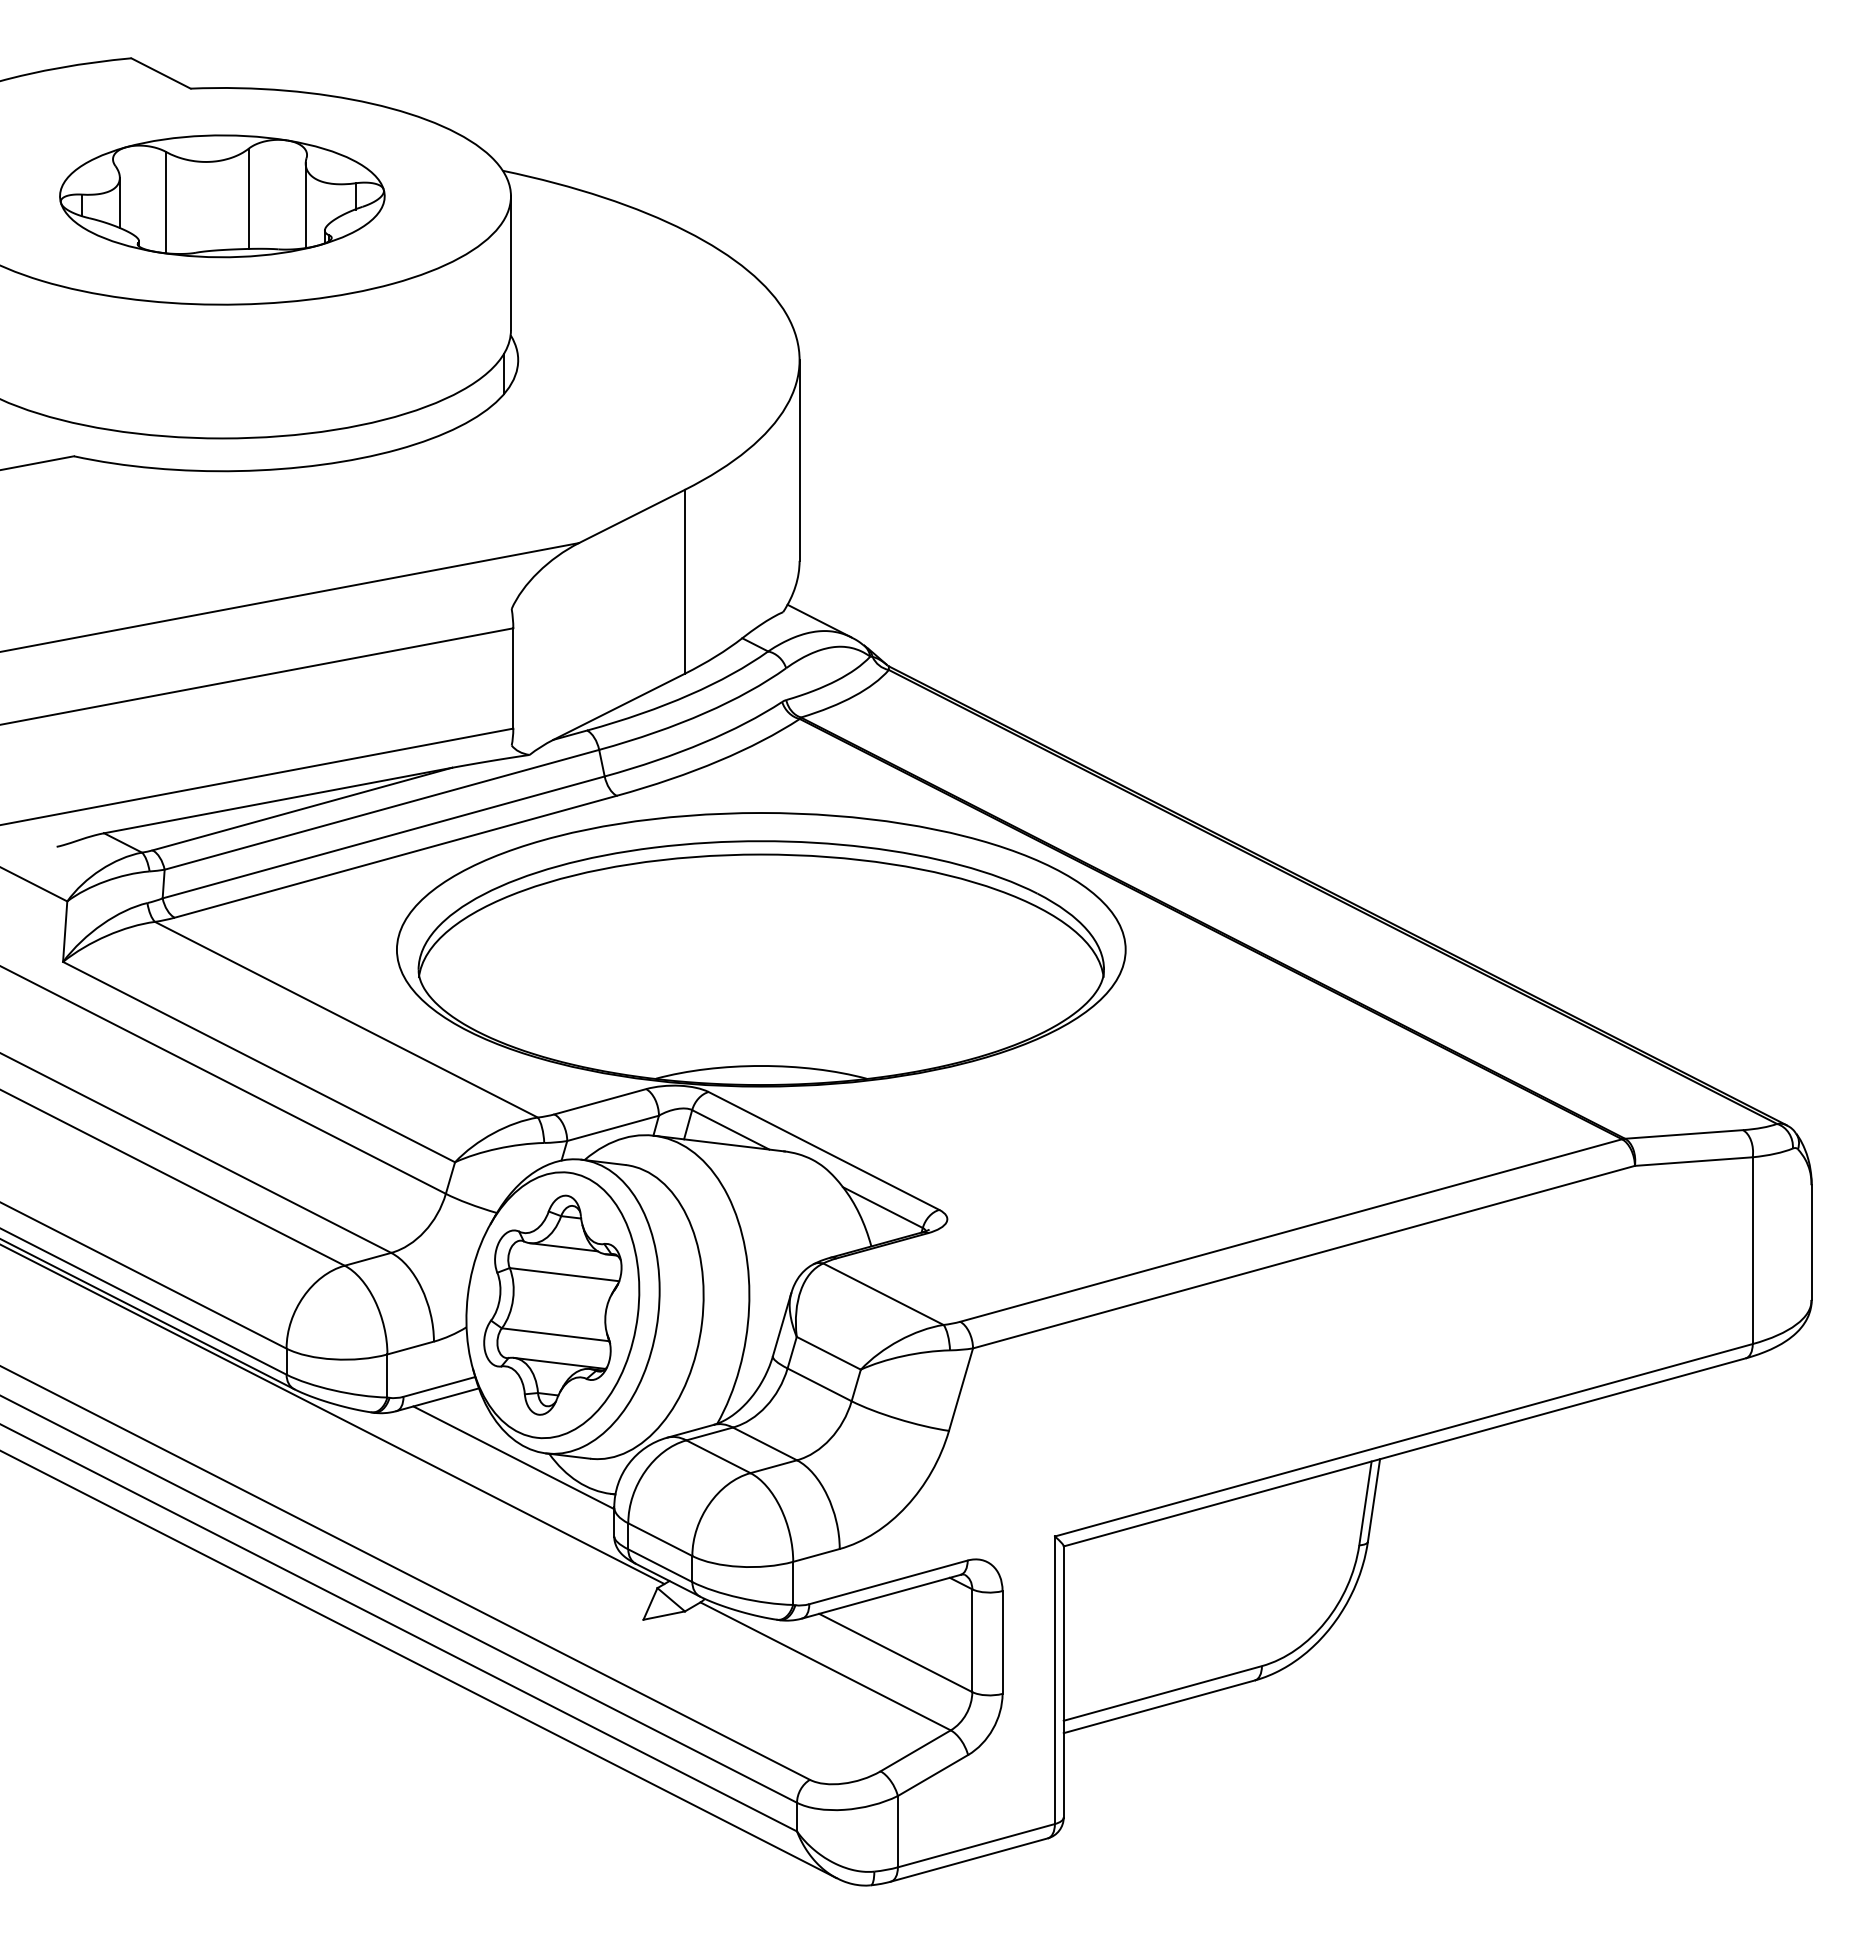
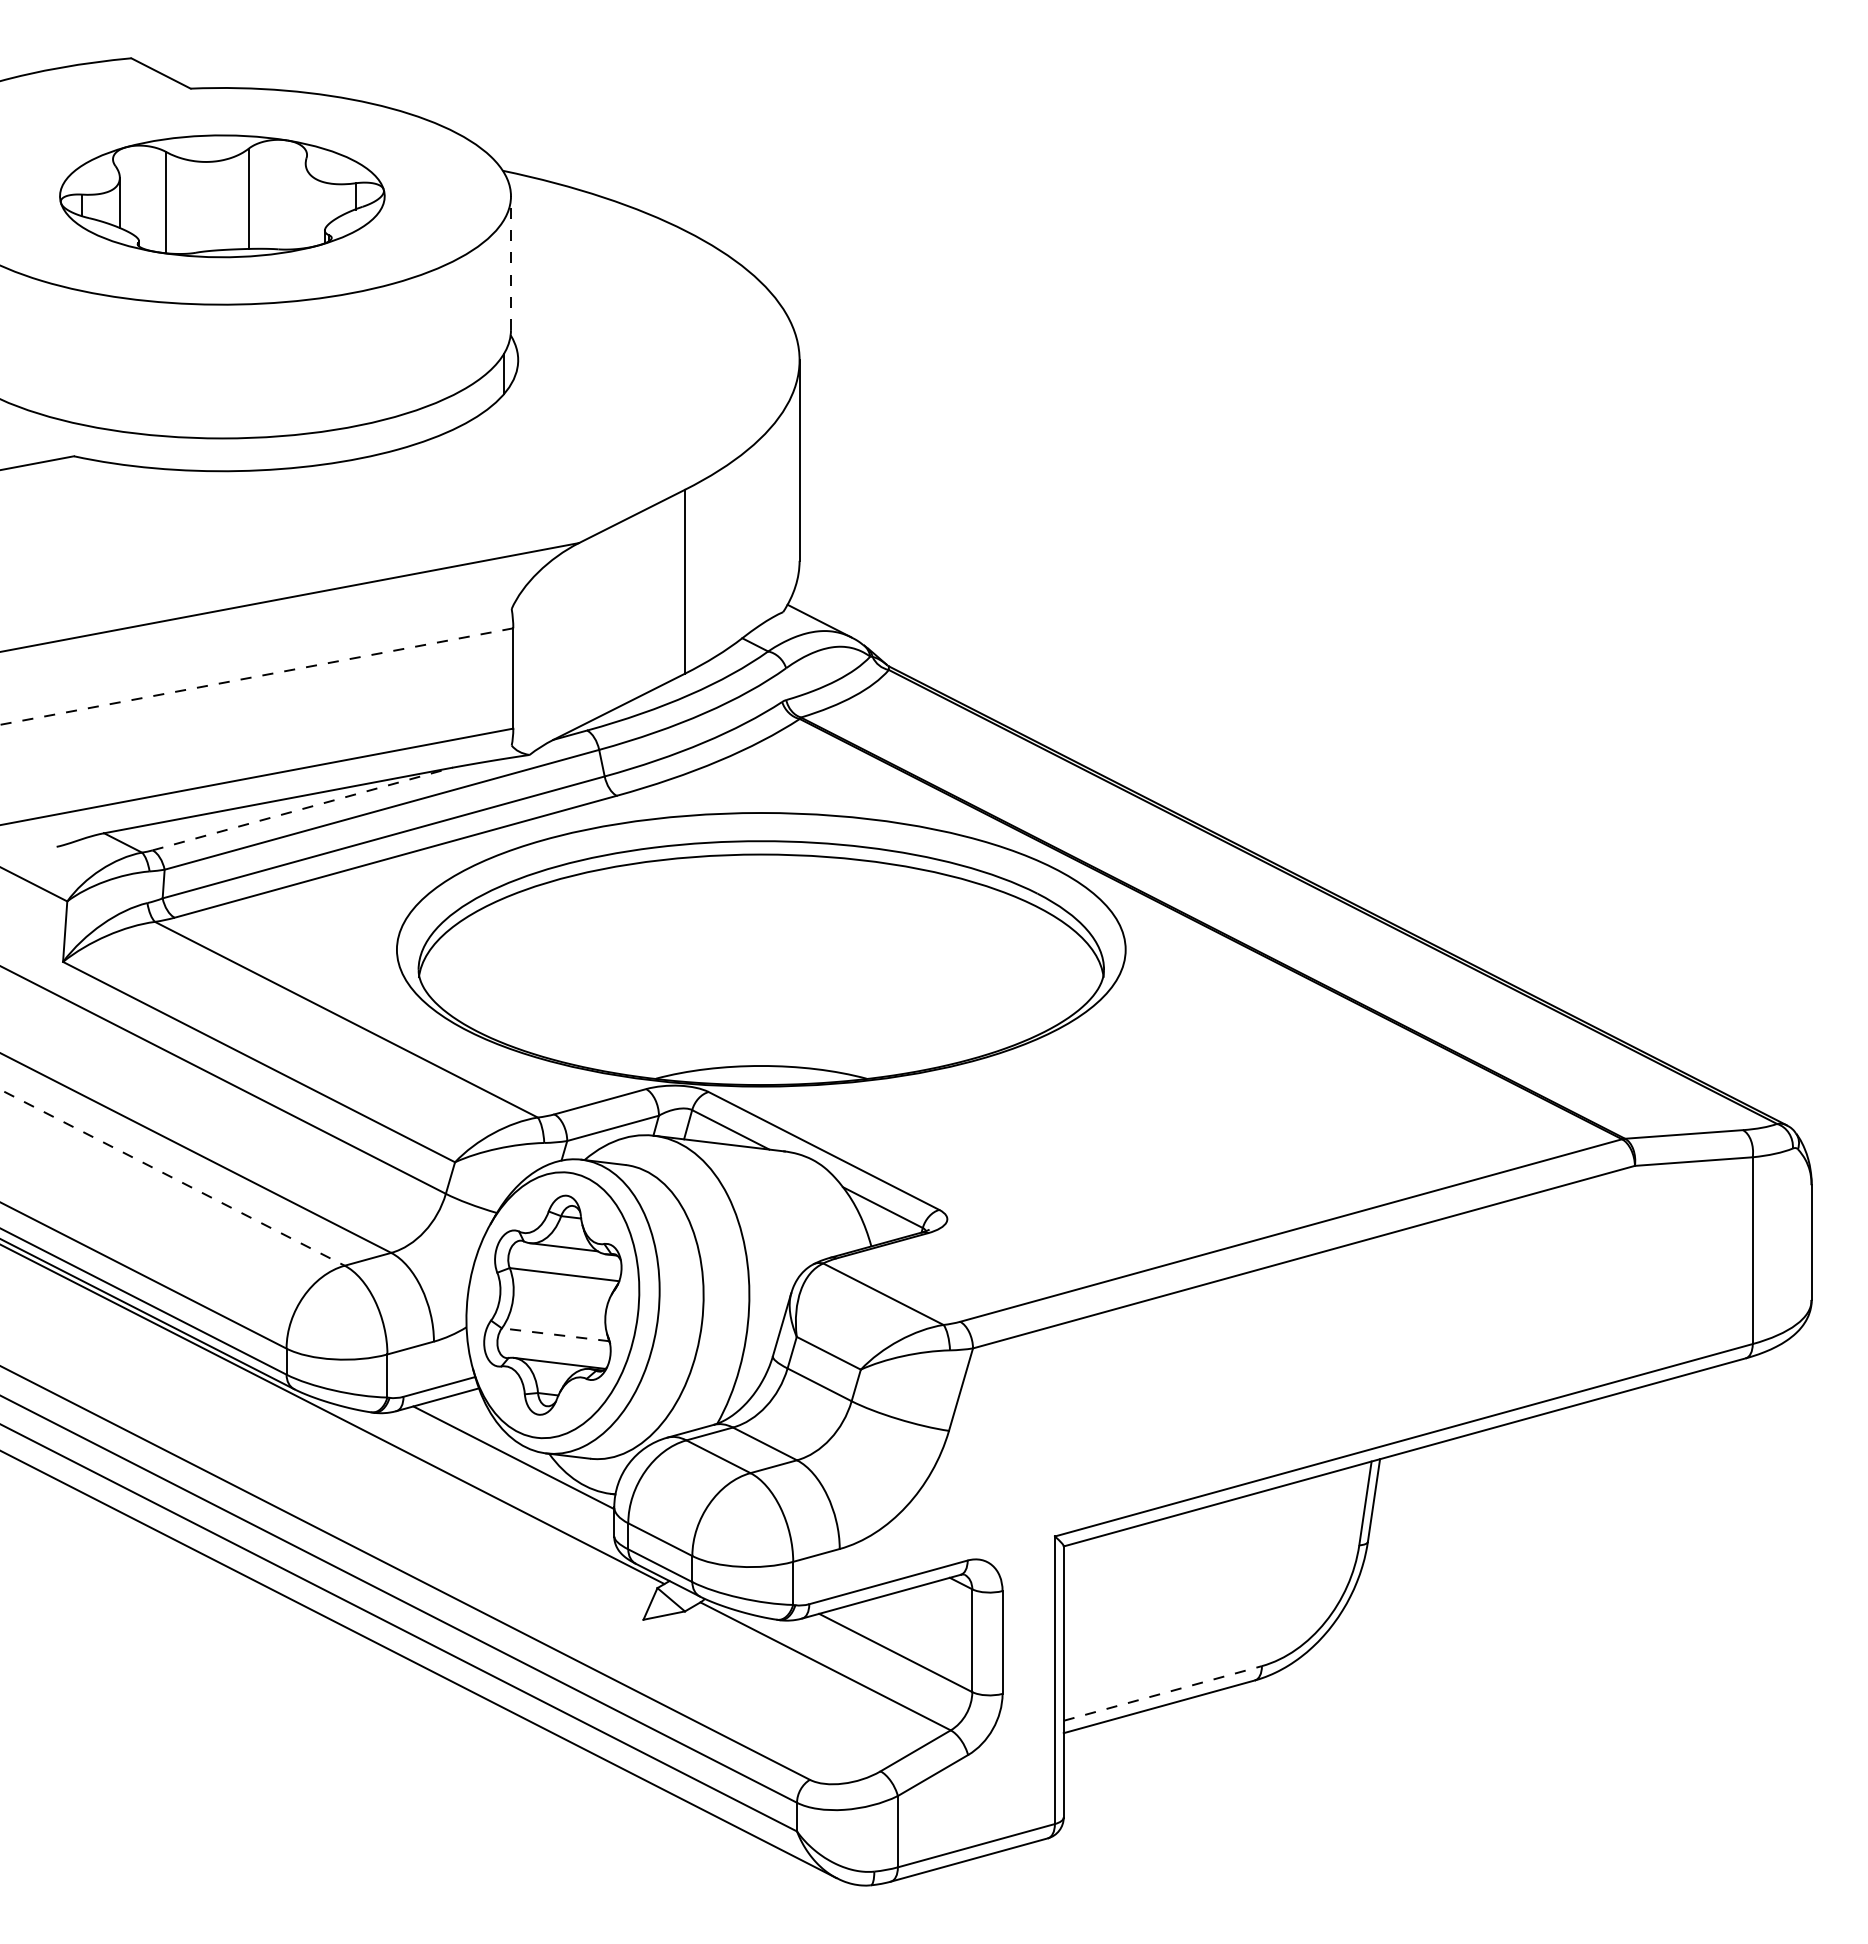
line at (305, 205): present -> none
line at (510, 263): solid -> dashed
line at (256, 676): solid -> dashed
line at (302, 808): solid -> dashed
line at (172, 1177): solid -> dashed
line at (555, 1334): solid -> dashed
line at (1162, 1693): solid -> dashed
